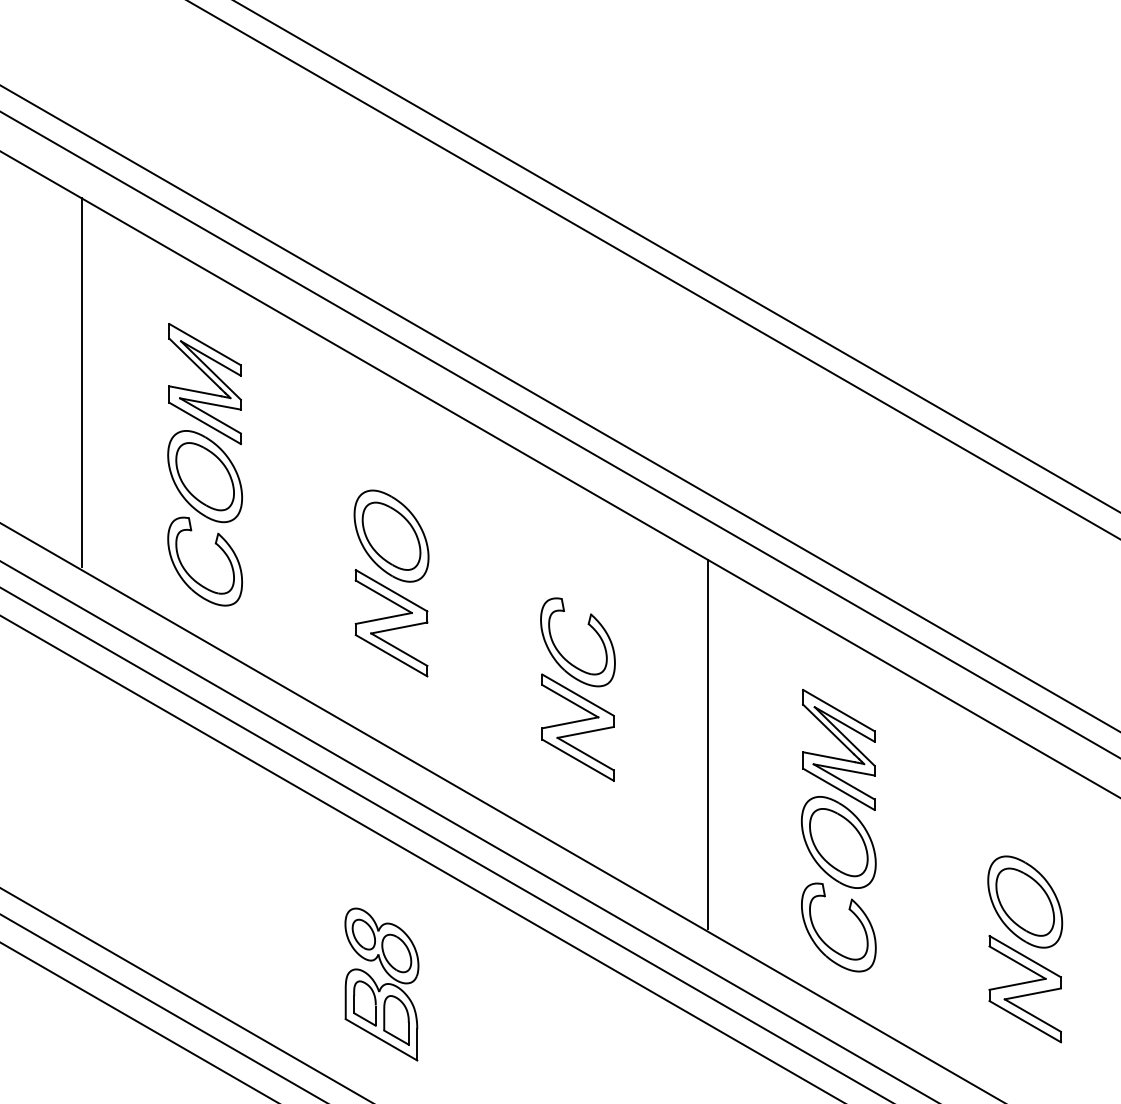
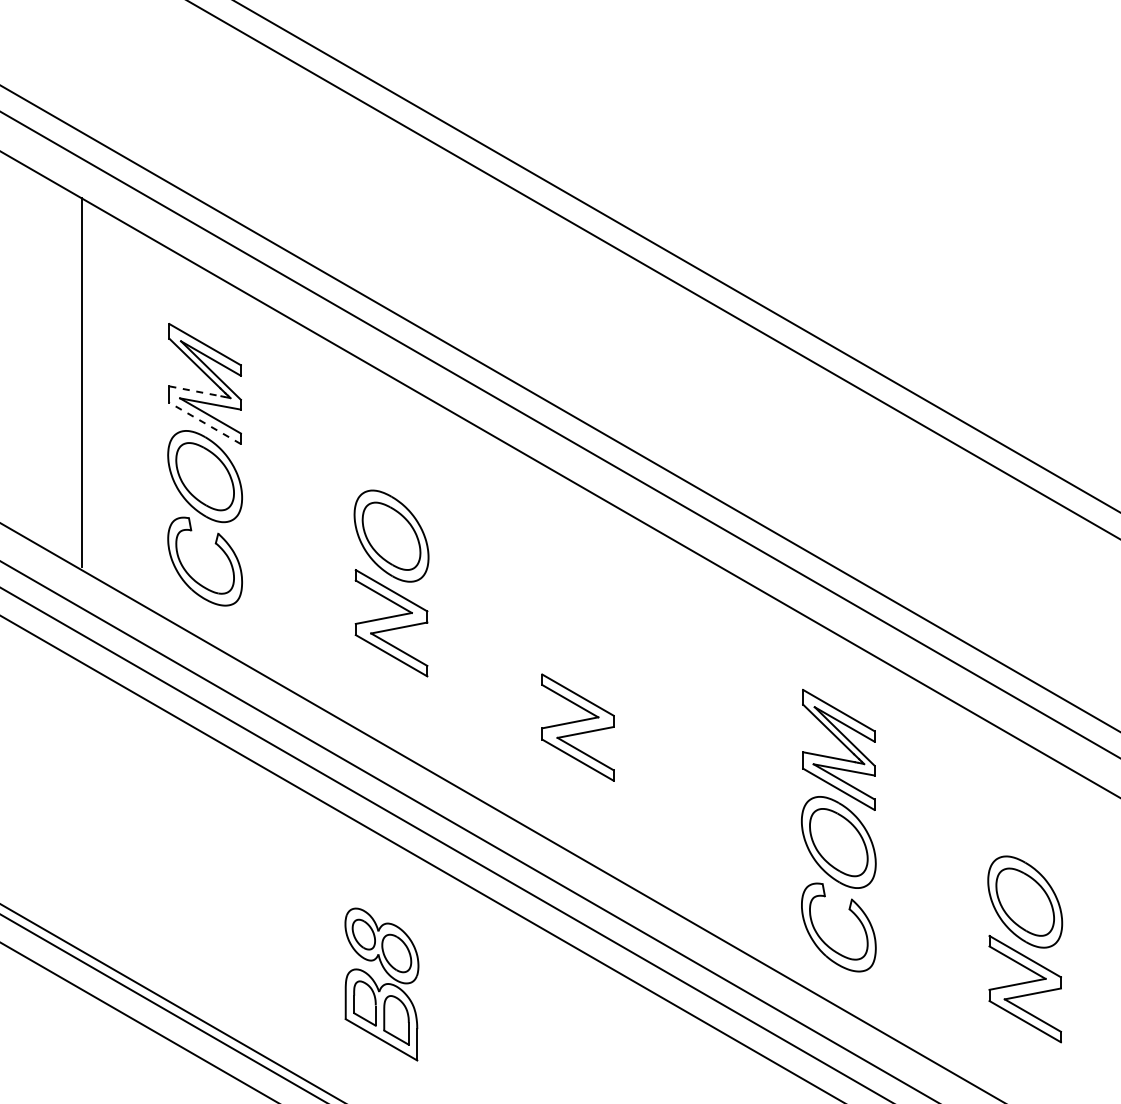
line at (195, 391): solid -> dashed
line at (204, 423): solid -> dashed
part at (561, 653): present -> none
line at (708, 744): present -> none
line at (185, 994) position: (185, 994) -> (171, 1002)
